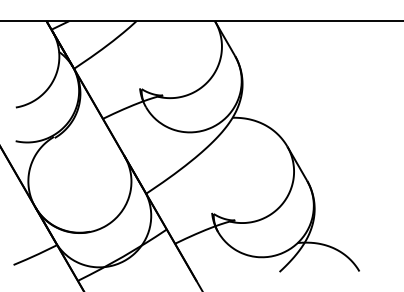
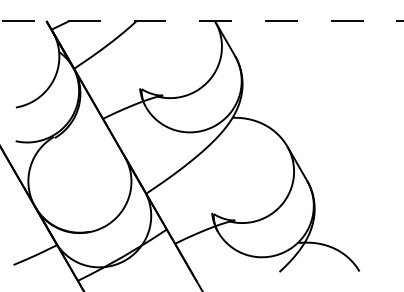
line at (201, 21): solid -> dashed
